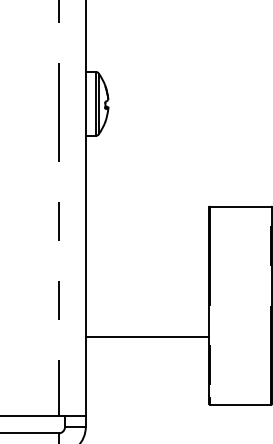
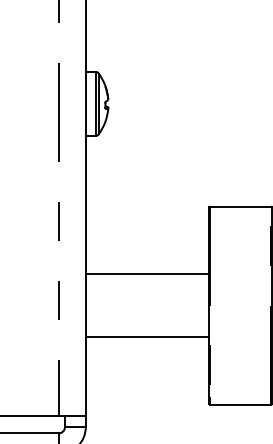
line at (147, 274): none -> present
